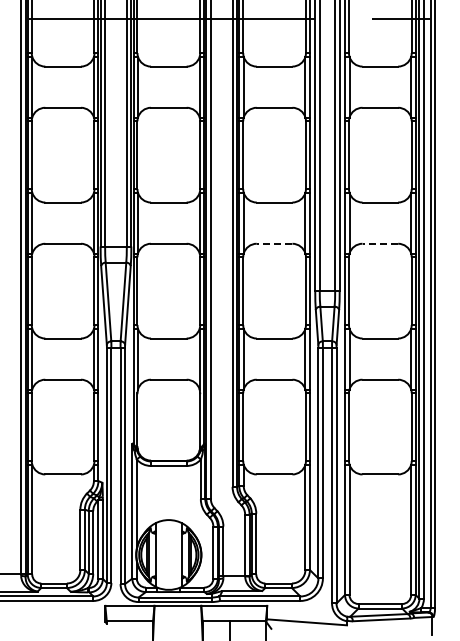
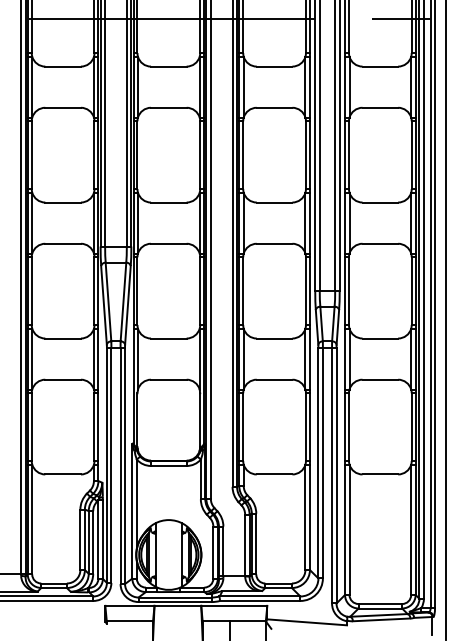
line at (274, 243): dashed -> solid
line at (380, 243): dashed -> solid
line at (446, 319): none -> present
